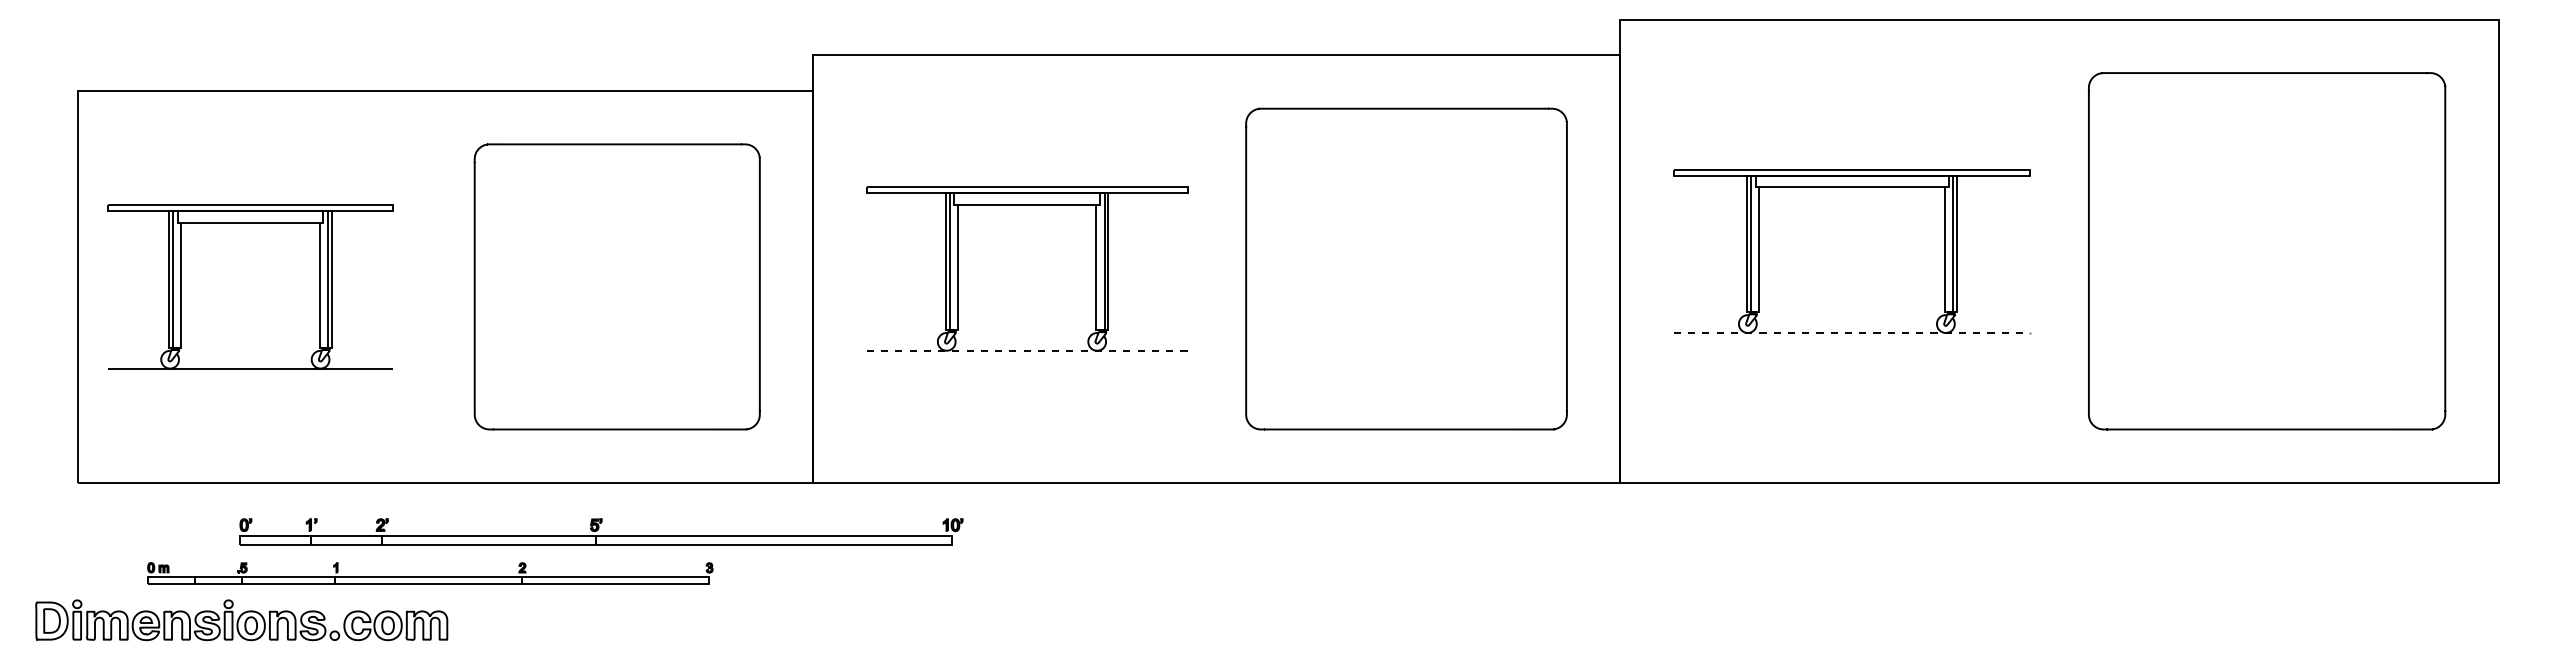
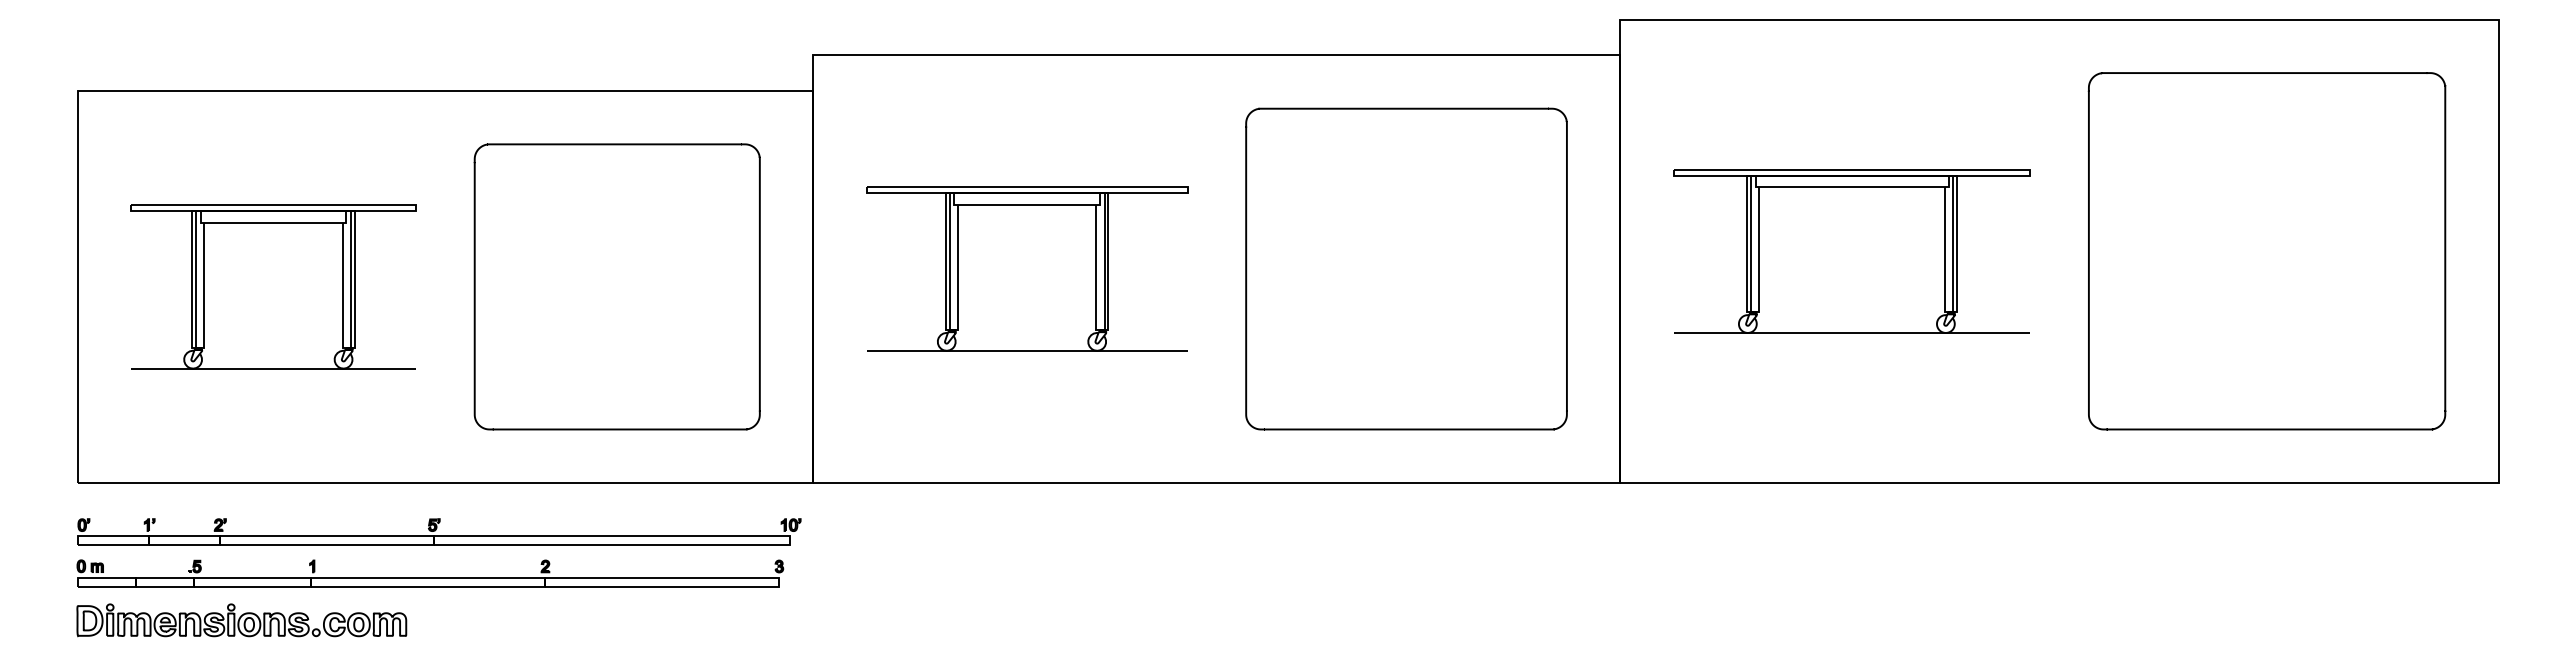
part at (250, 286) position: (250, 286) -> (273, 286)
line at (1852, 332): dashed -> solid
line at (1027, 350): dashed -> solid
part at (601, 531) position: (601, 531) -> (439, 531)
part at (430, 573) size: 567x23 px -> 709x29 px
part at (241, 620) size: 414x43 px -> 332x35 px
